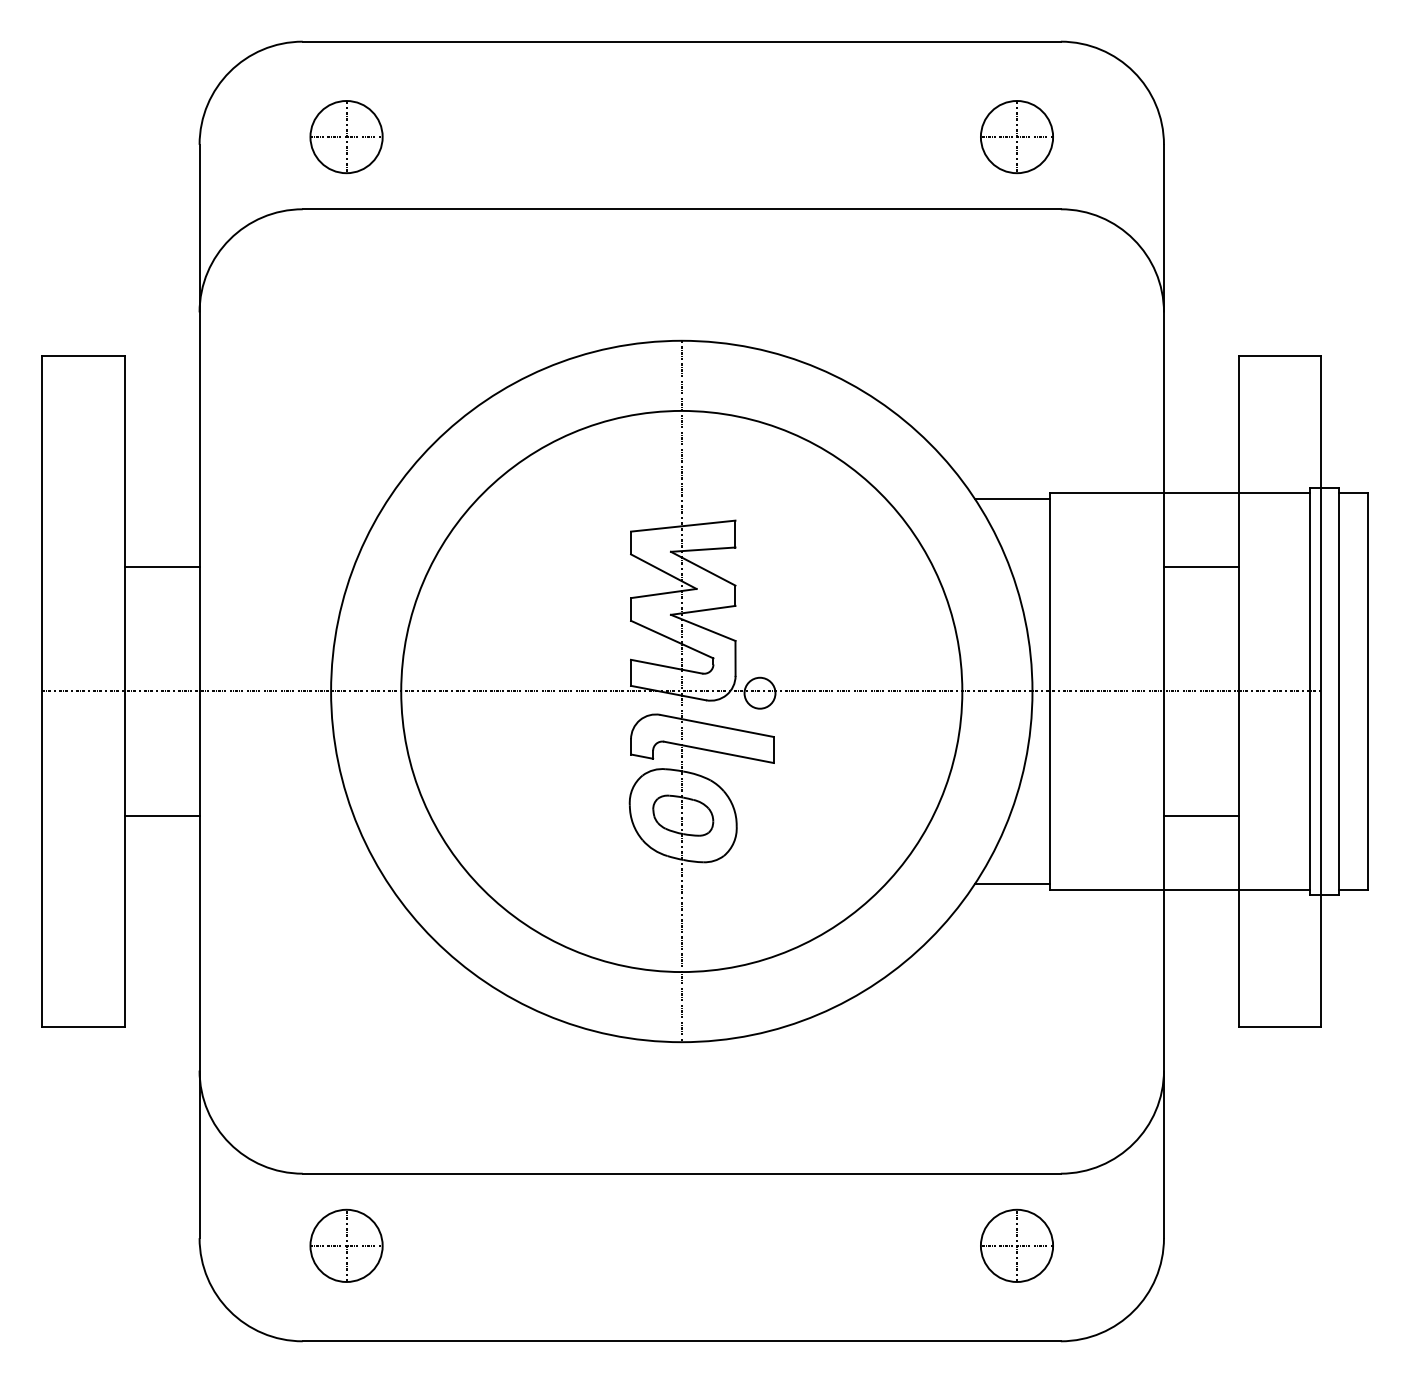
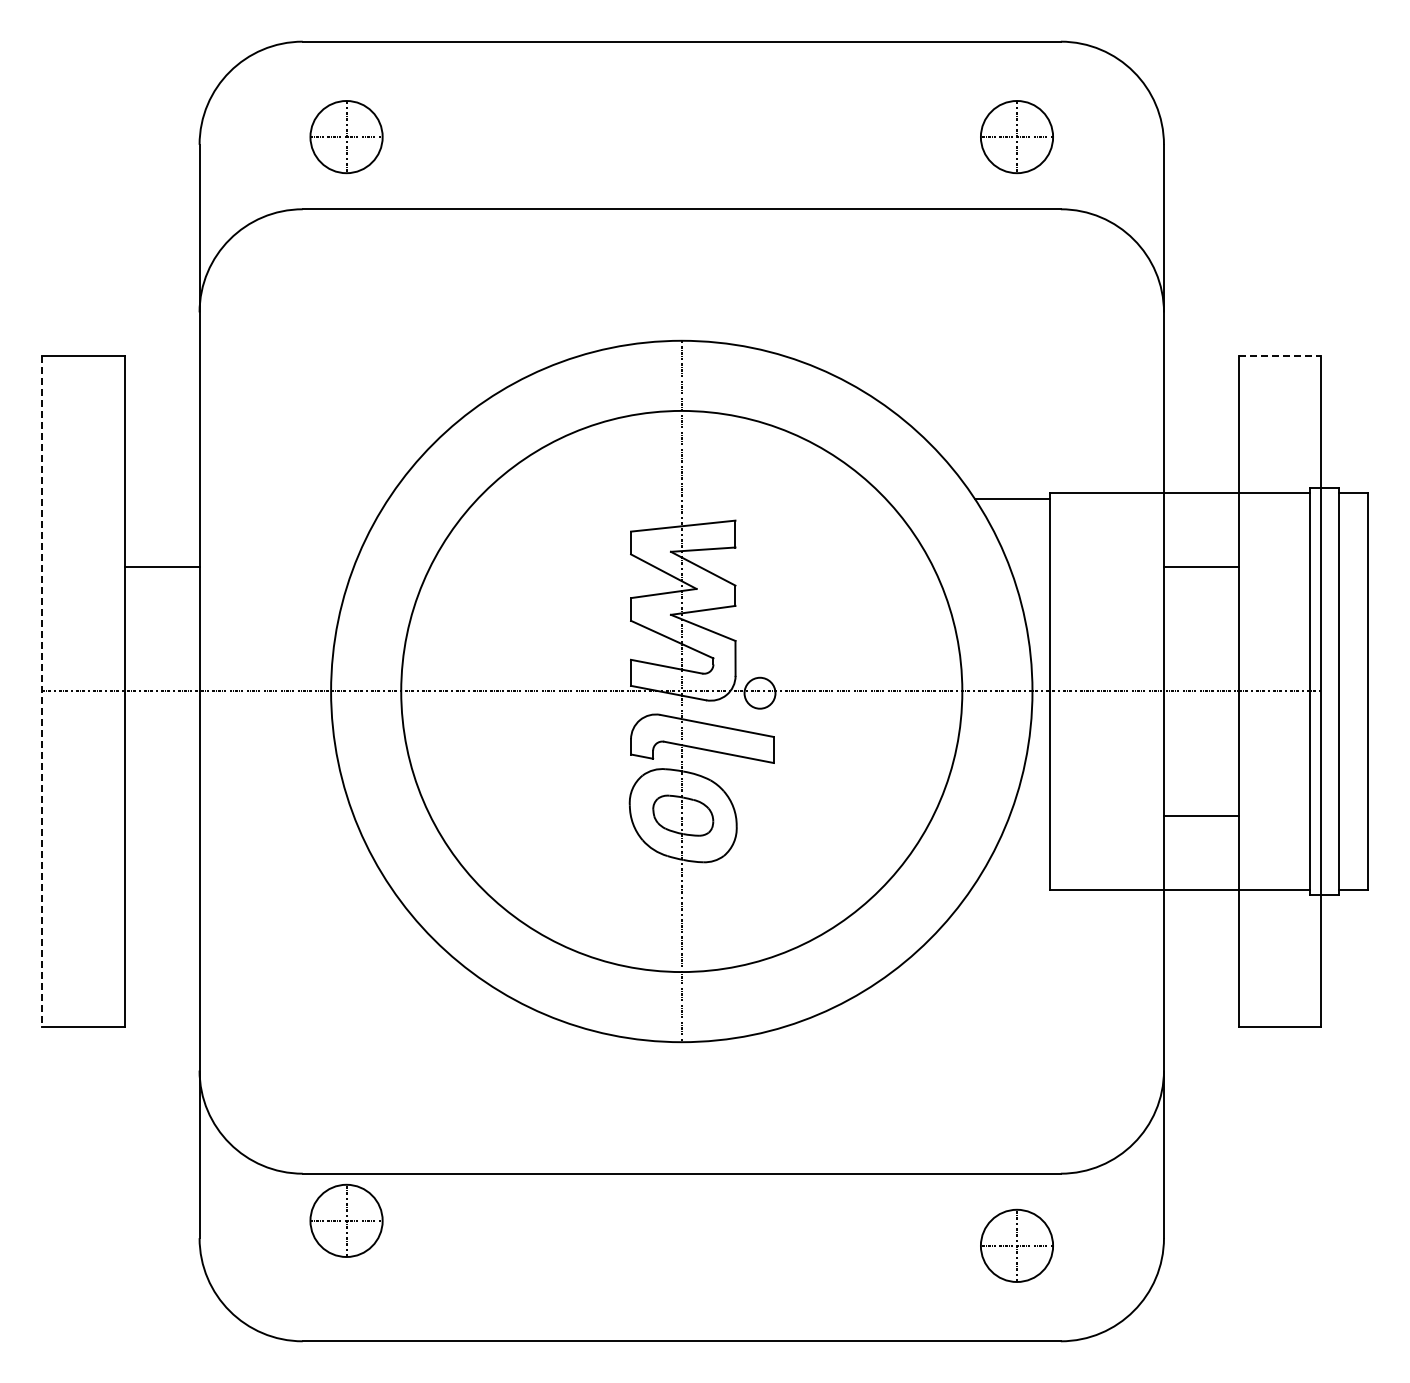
line at (1280, 356): solid -> dashed
line at (42, 691): solid -> dashed
line at (161, 816): present -> none
line at (1012, 884): present -> none
part at (346, 1245) position: (346, 1245) -> (346, 1220)
